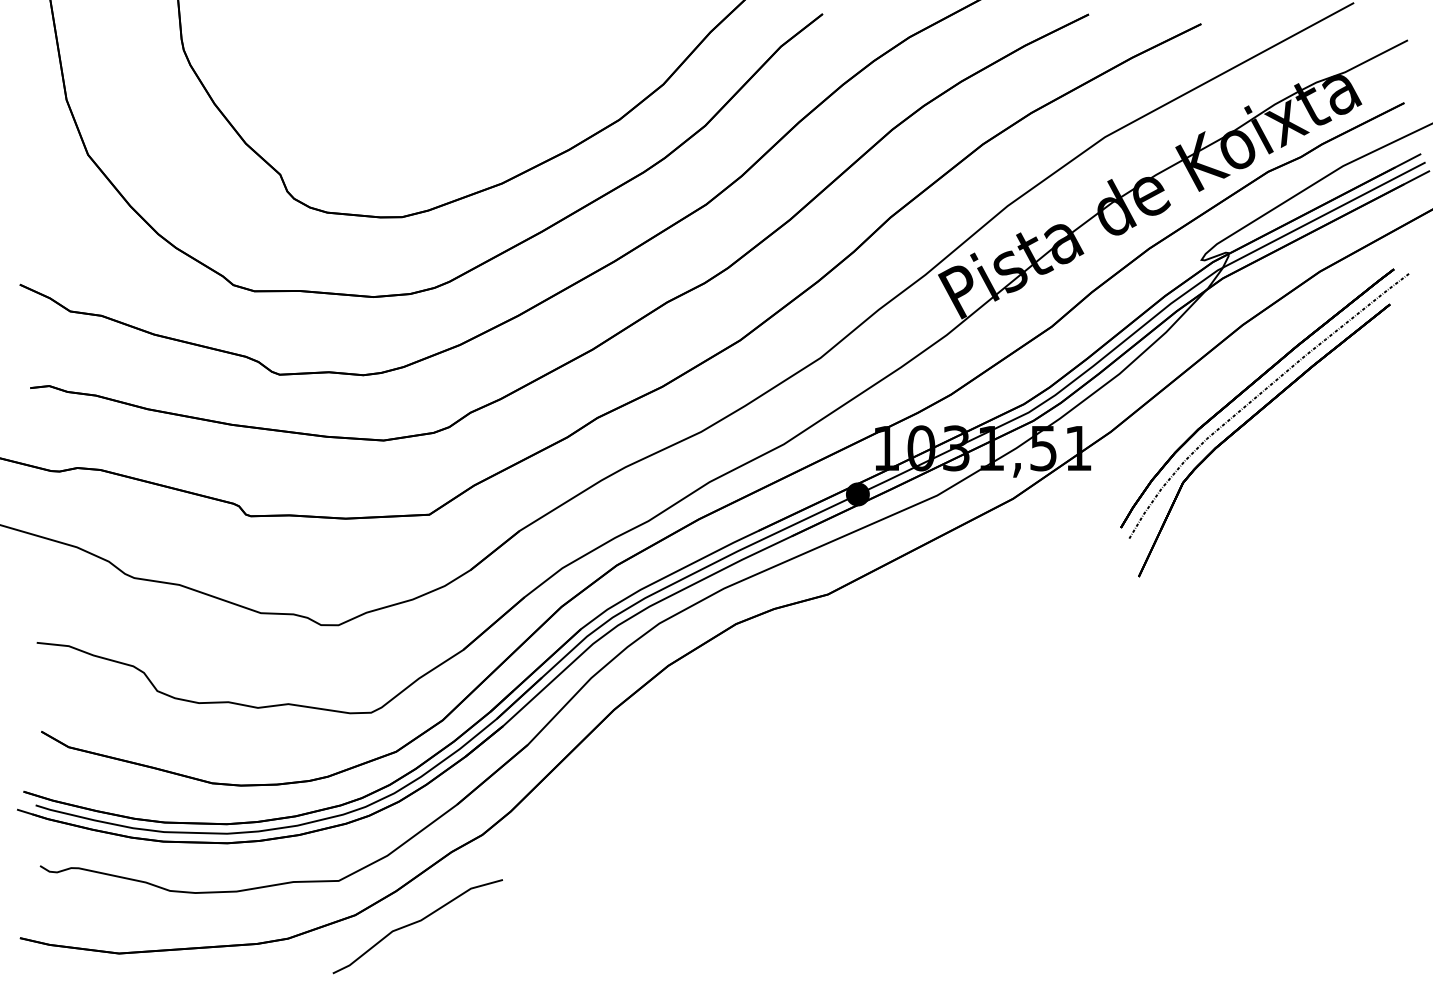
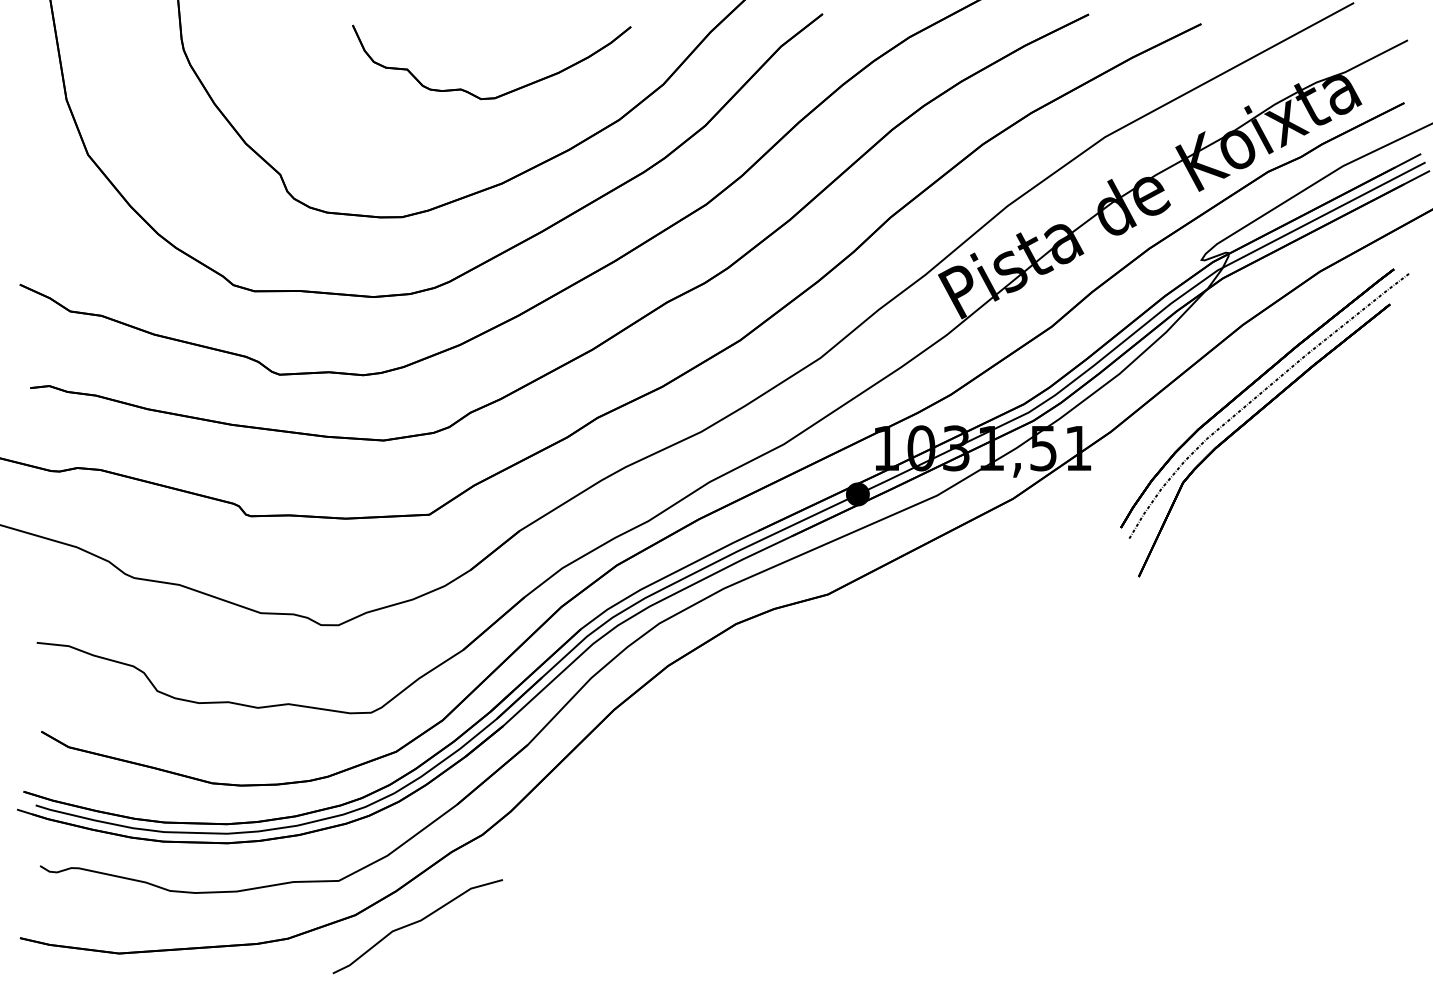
part at (503, 93): none -> present
